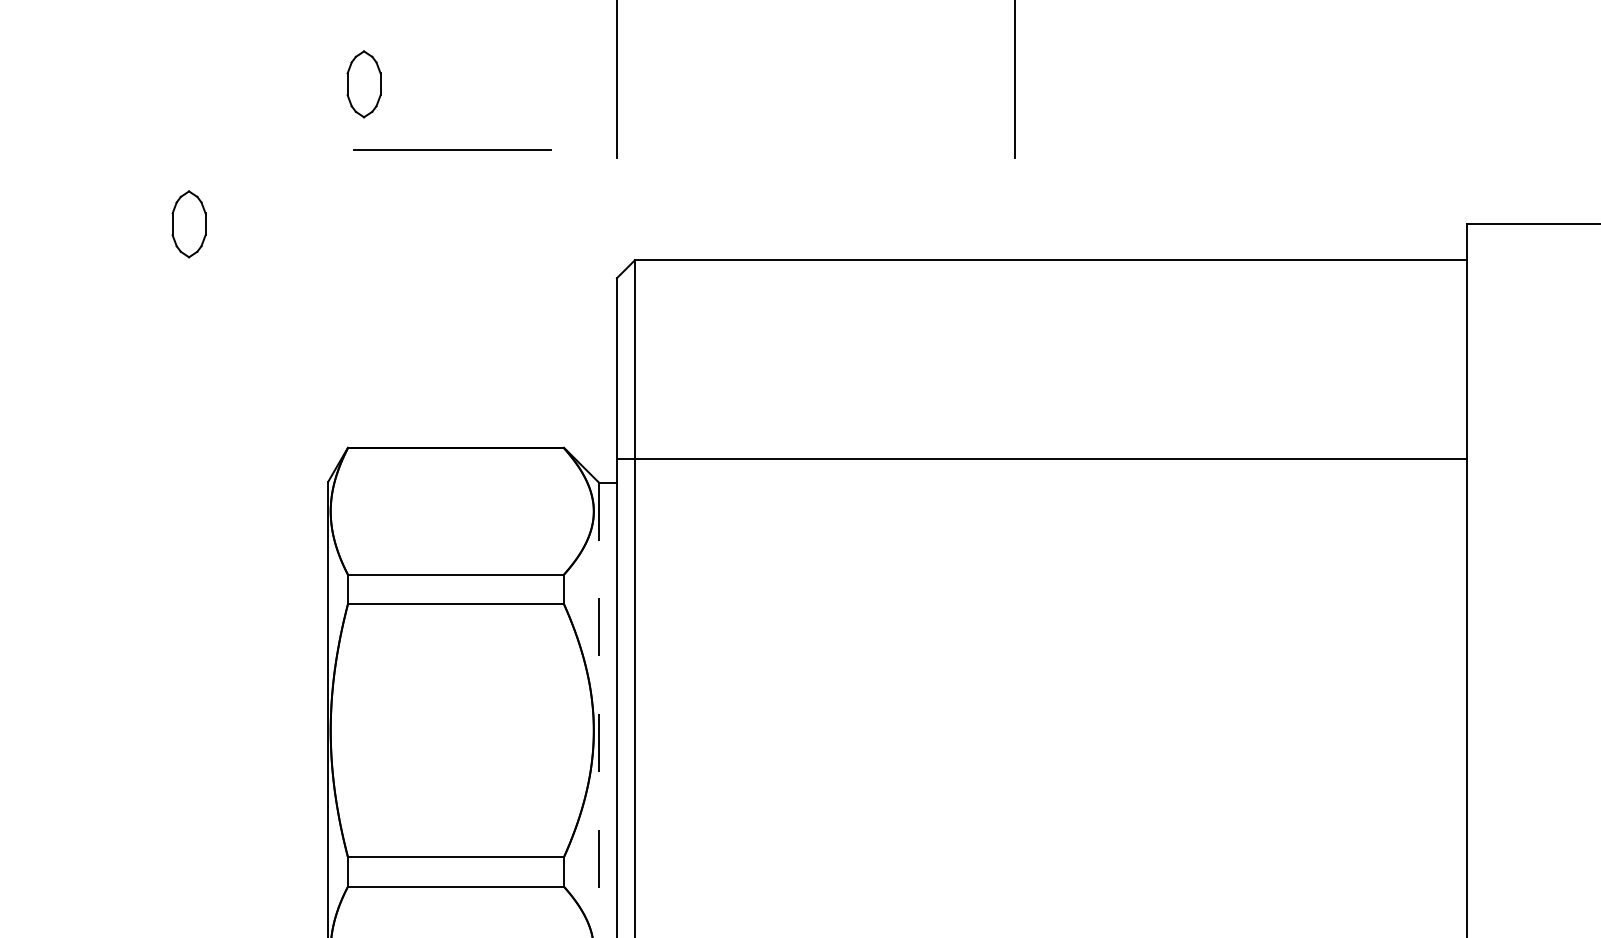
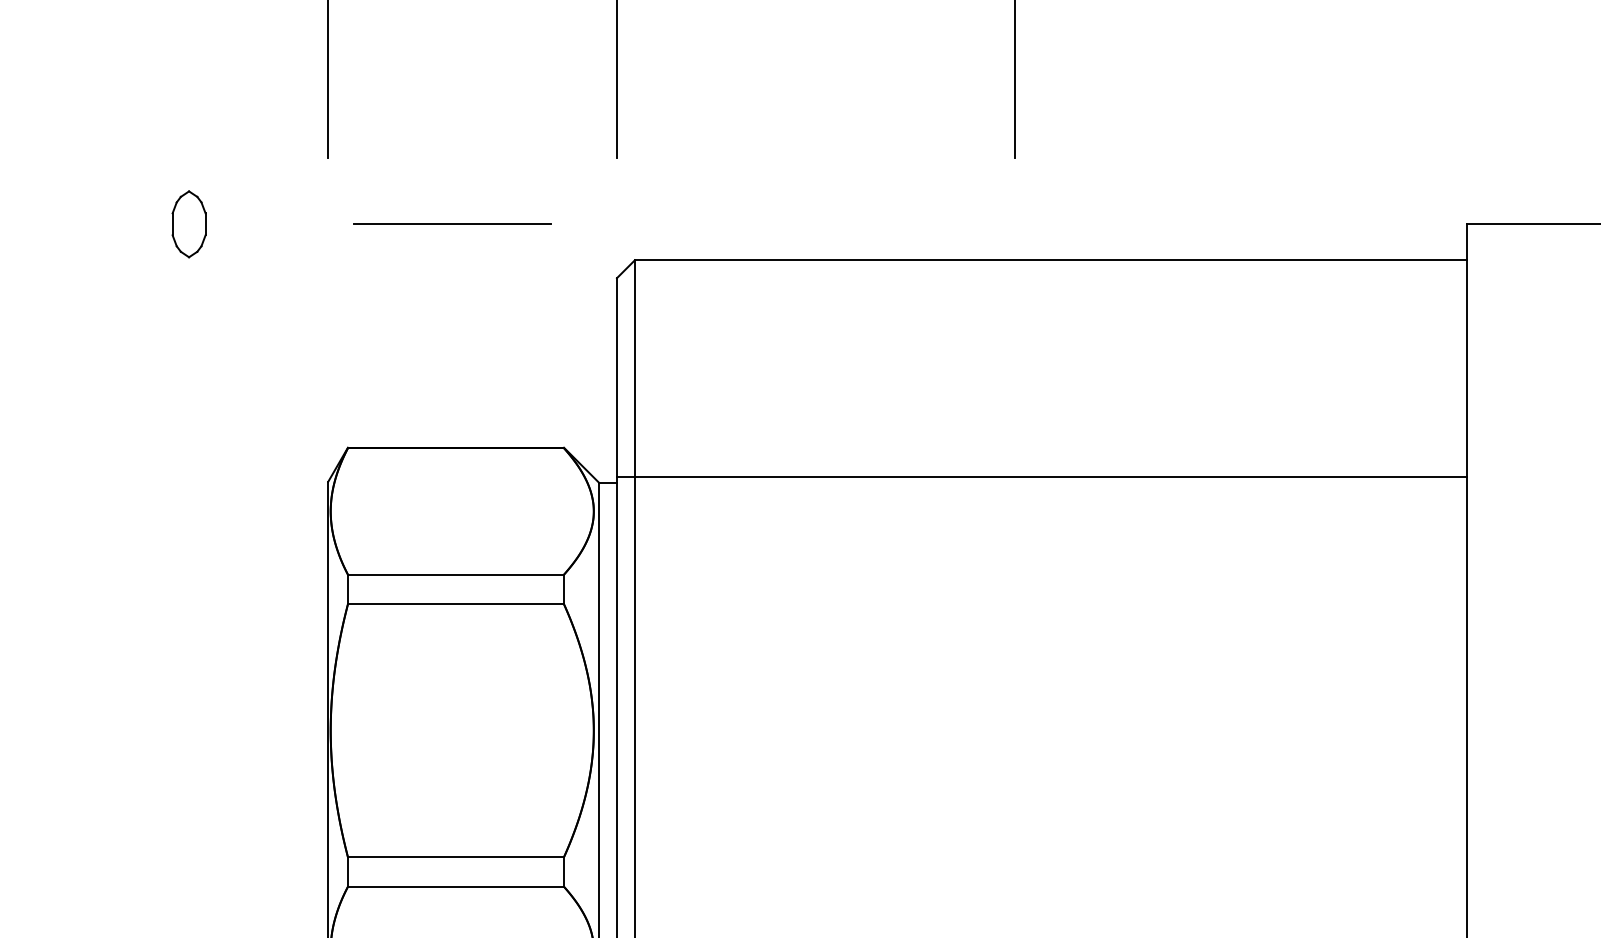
line at (328, 80): none -> present
part at (363, 84): present -> none
line at (452, 149) position: (452, 149) -> (452, 223)
line at (1041, 459) position: (1041, 459) -> (1041, 477)
line at (599, 710): dashed -> solid
